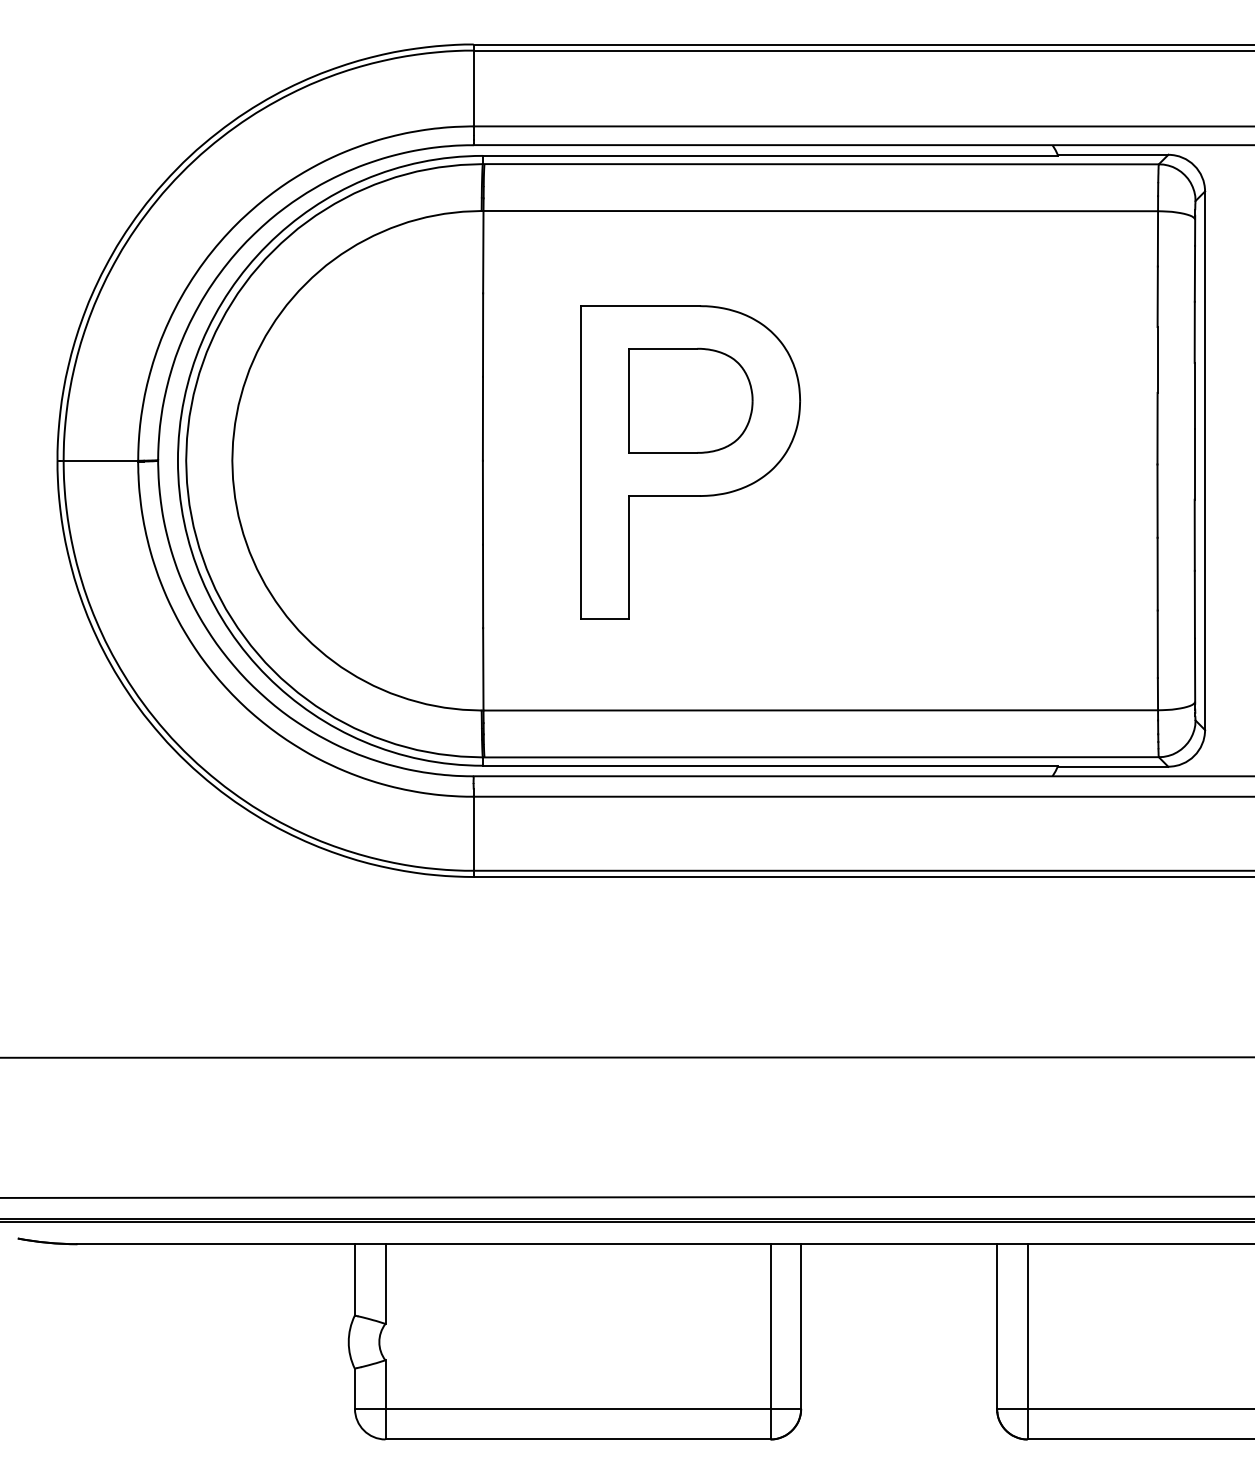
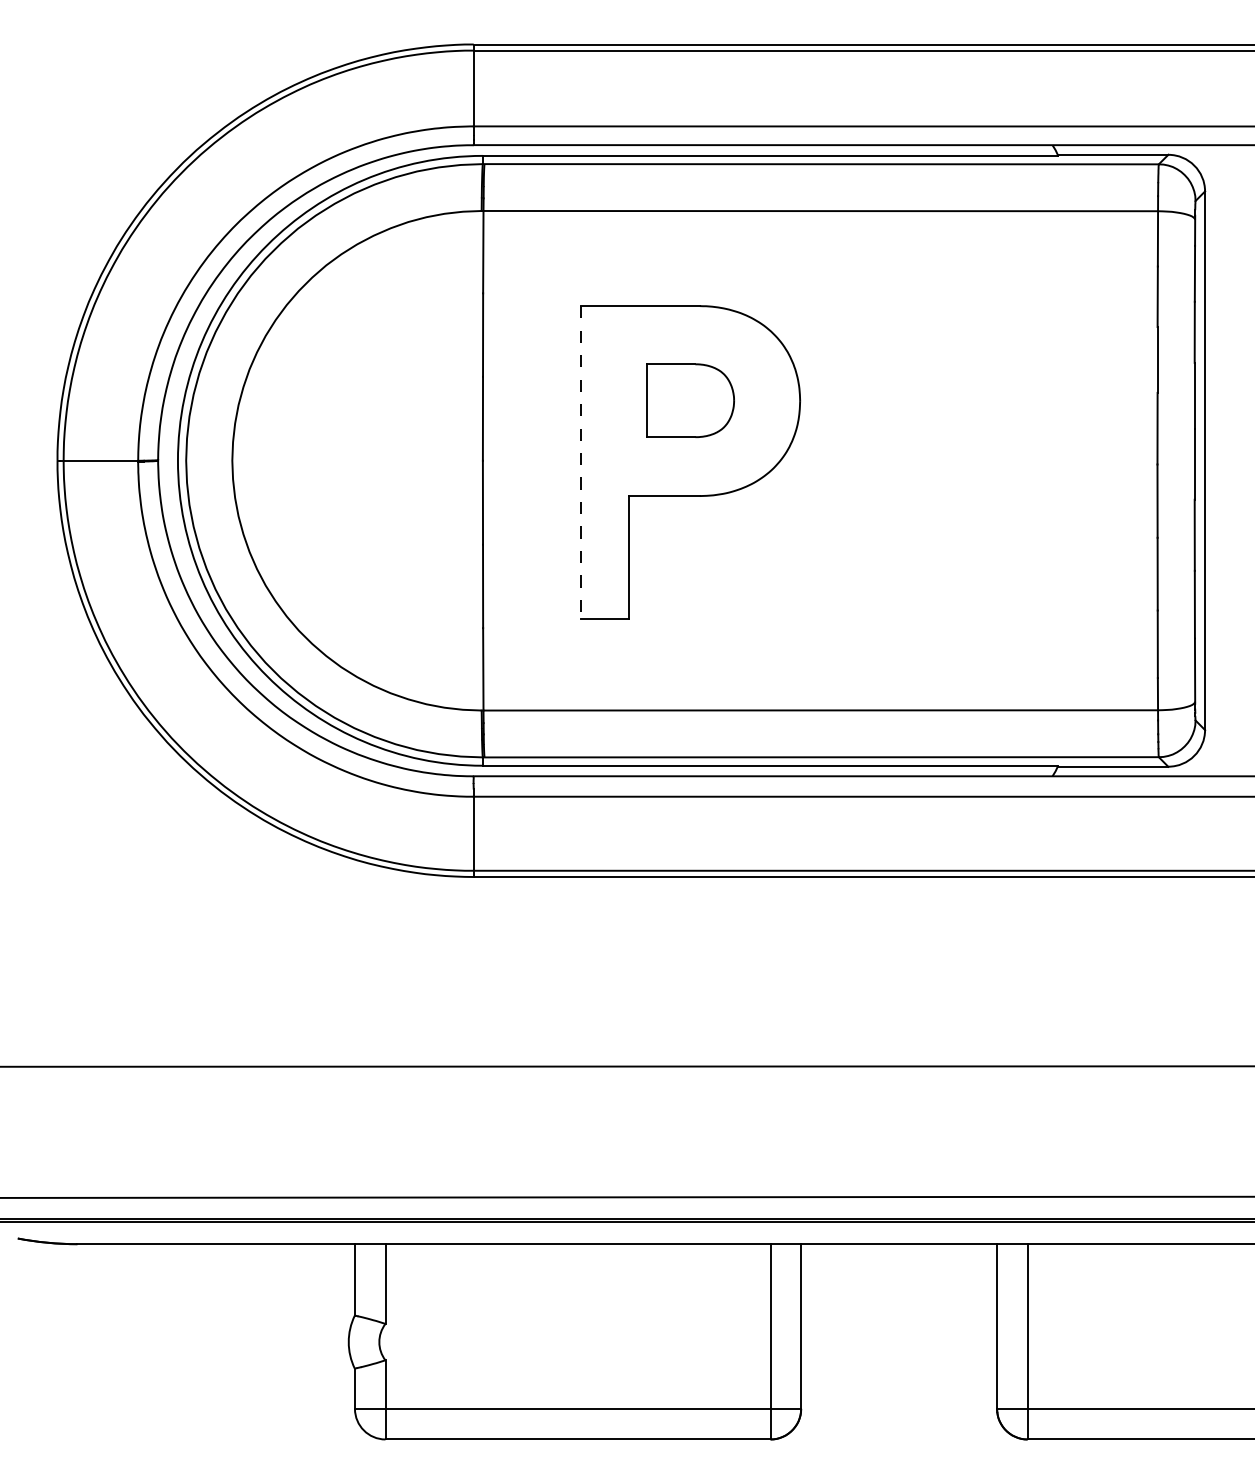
part at (690, 400) size: 126x107 px -> 89x75 px
line at (581, 463): solid -> dashed
line at (626, 1057) position: (626, 1057) -> (626, 1066)
